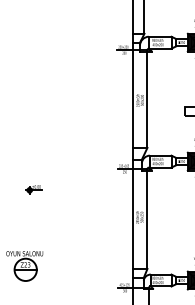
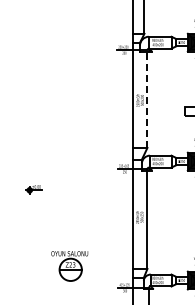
line at (147, 99): solid -> dashed
part at (24, 266) position: (24, 266) -> (69, 266)
